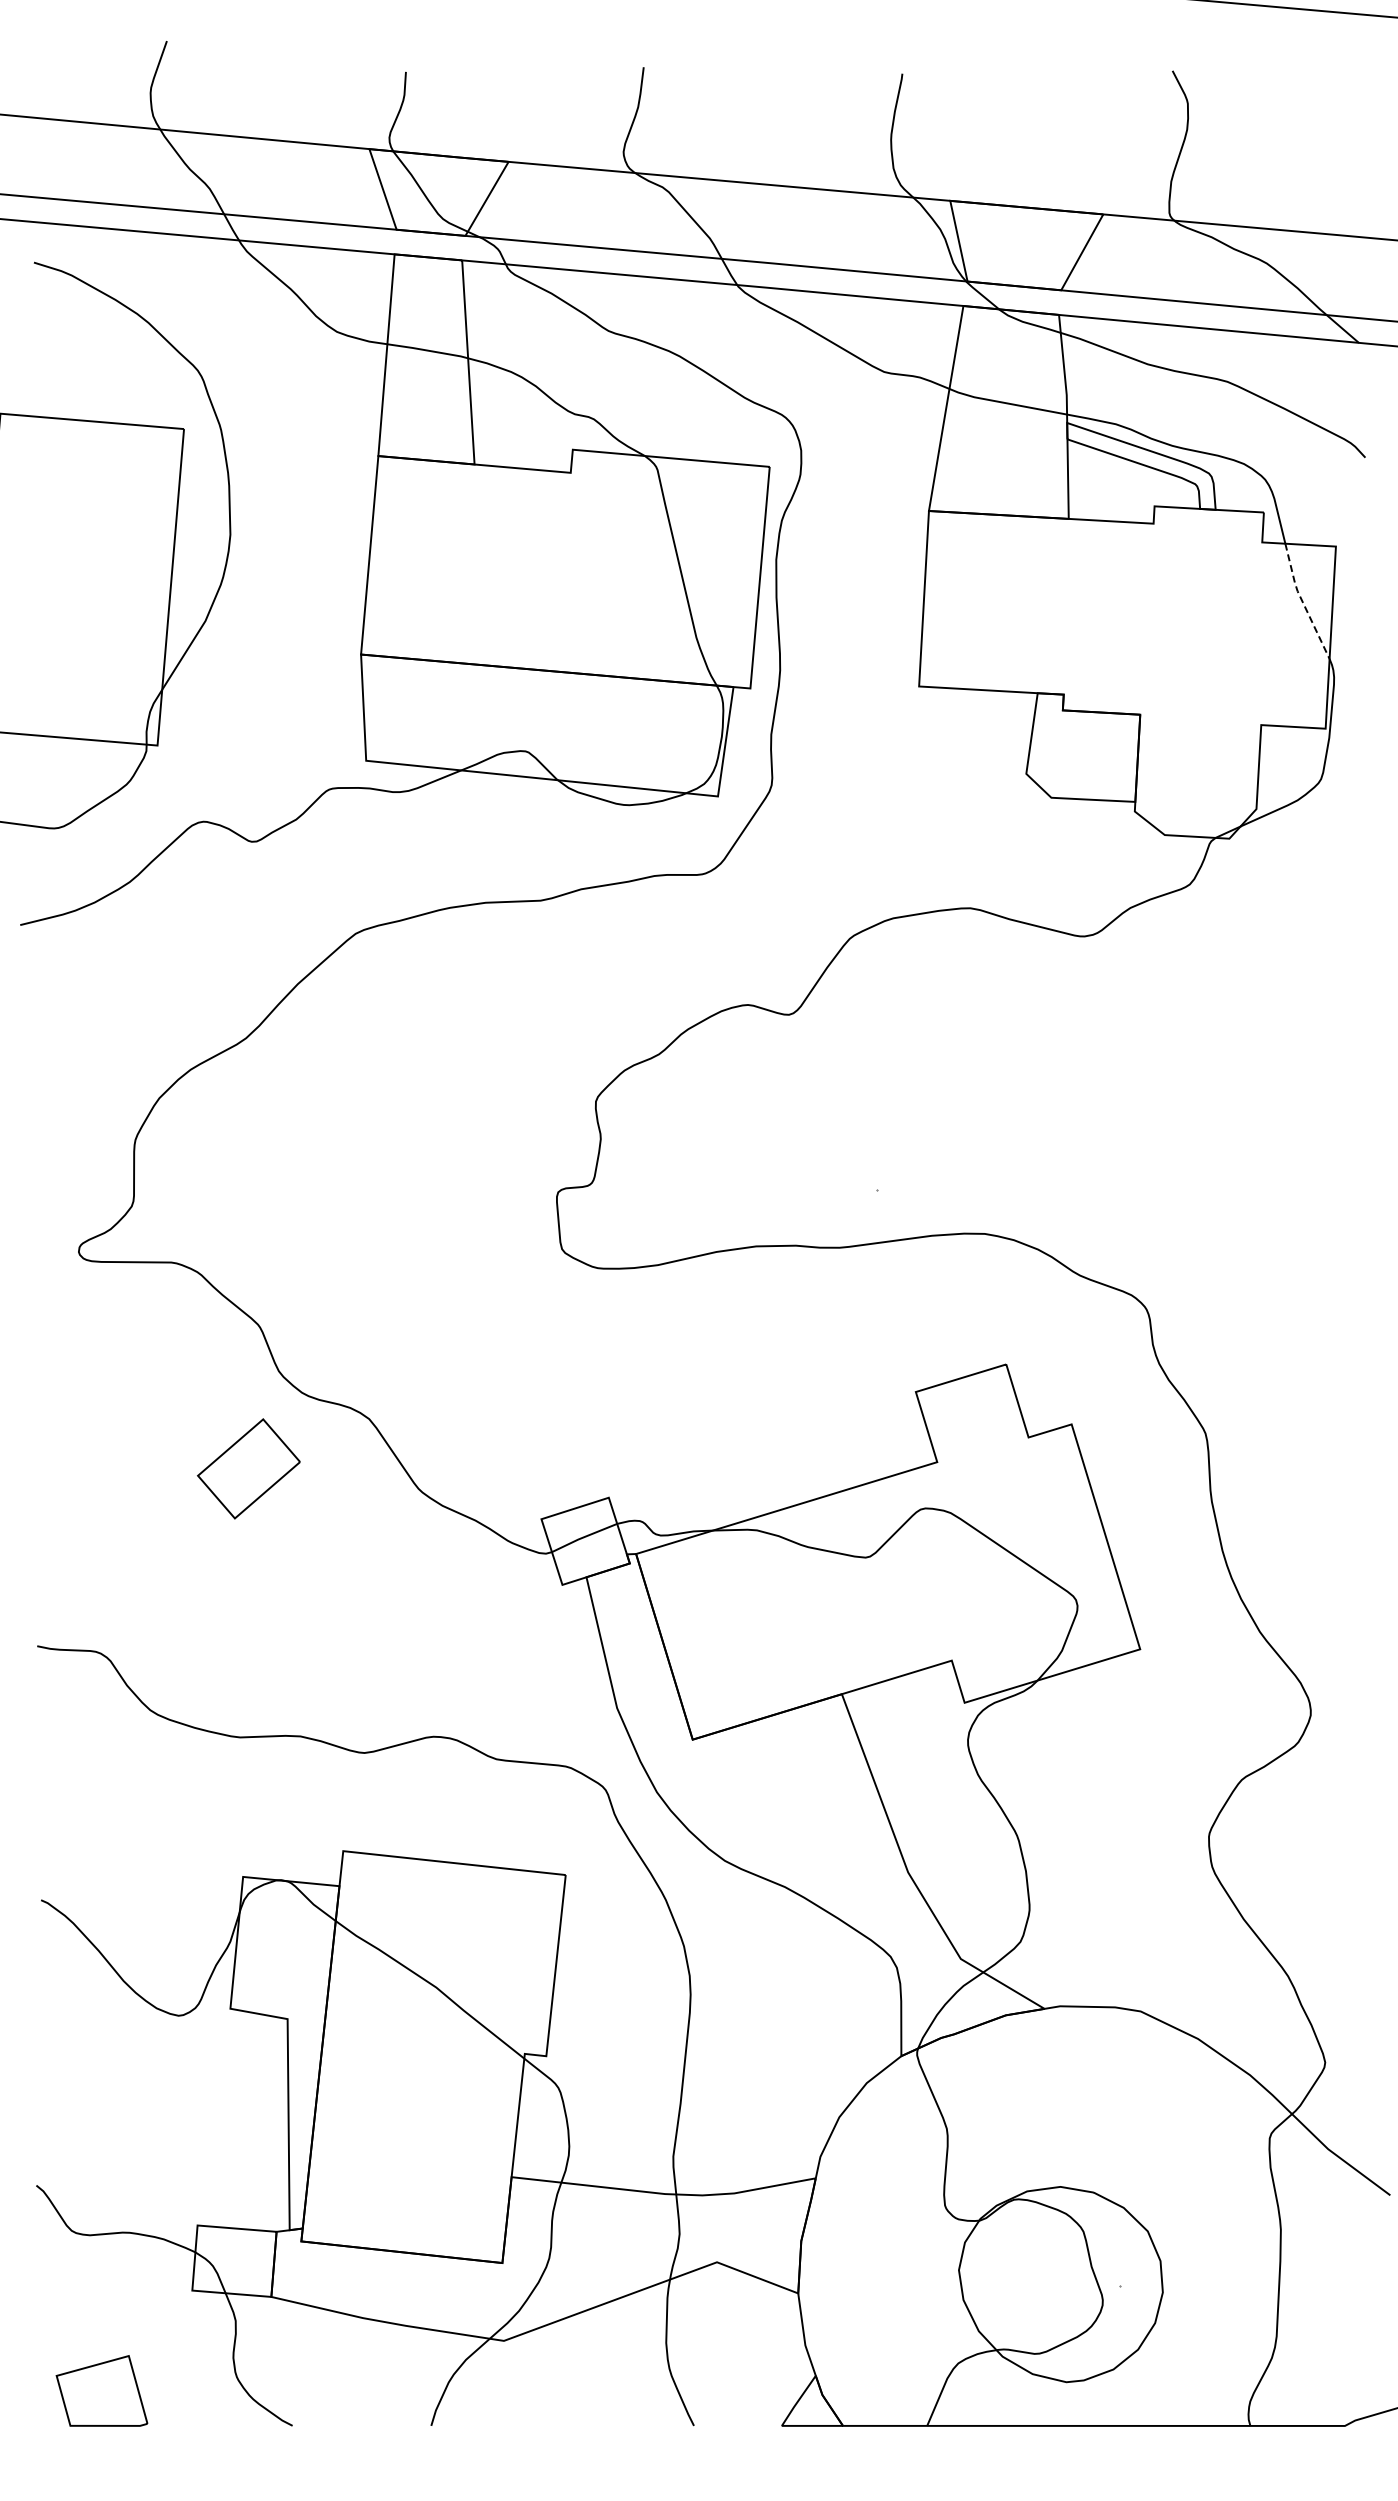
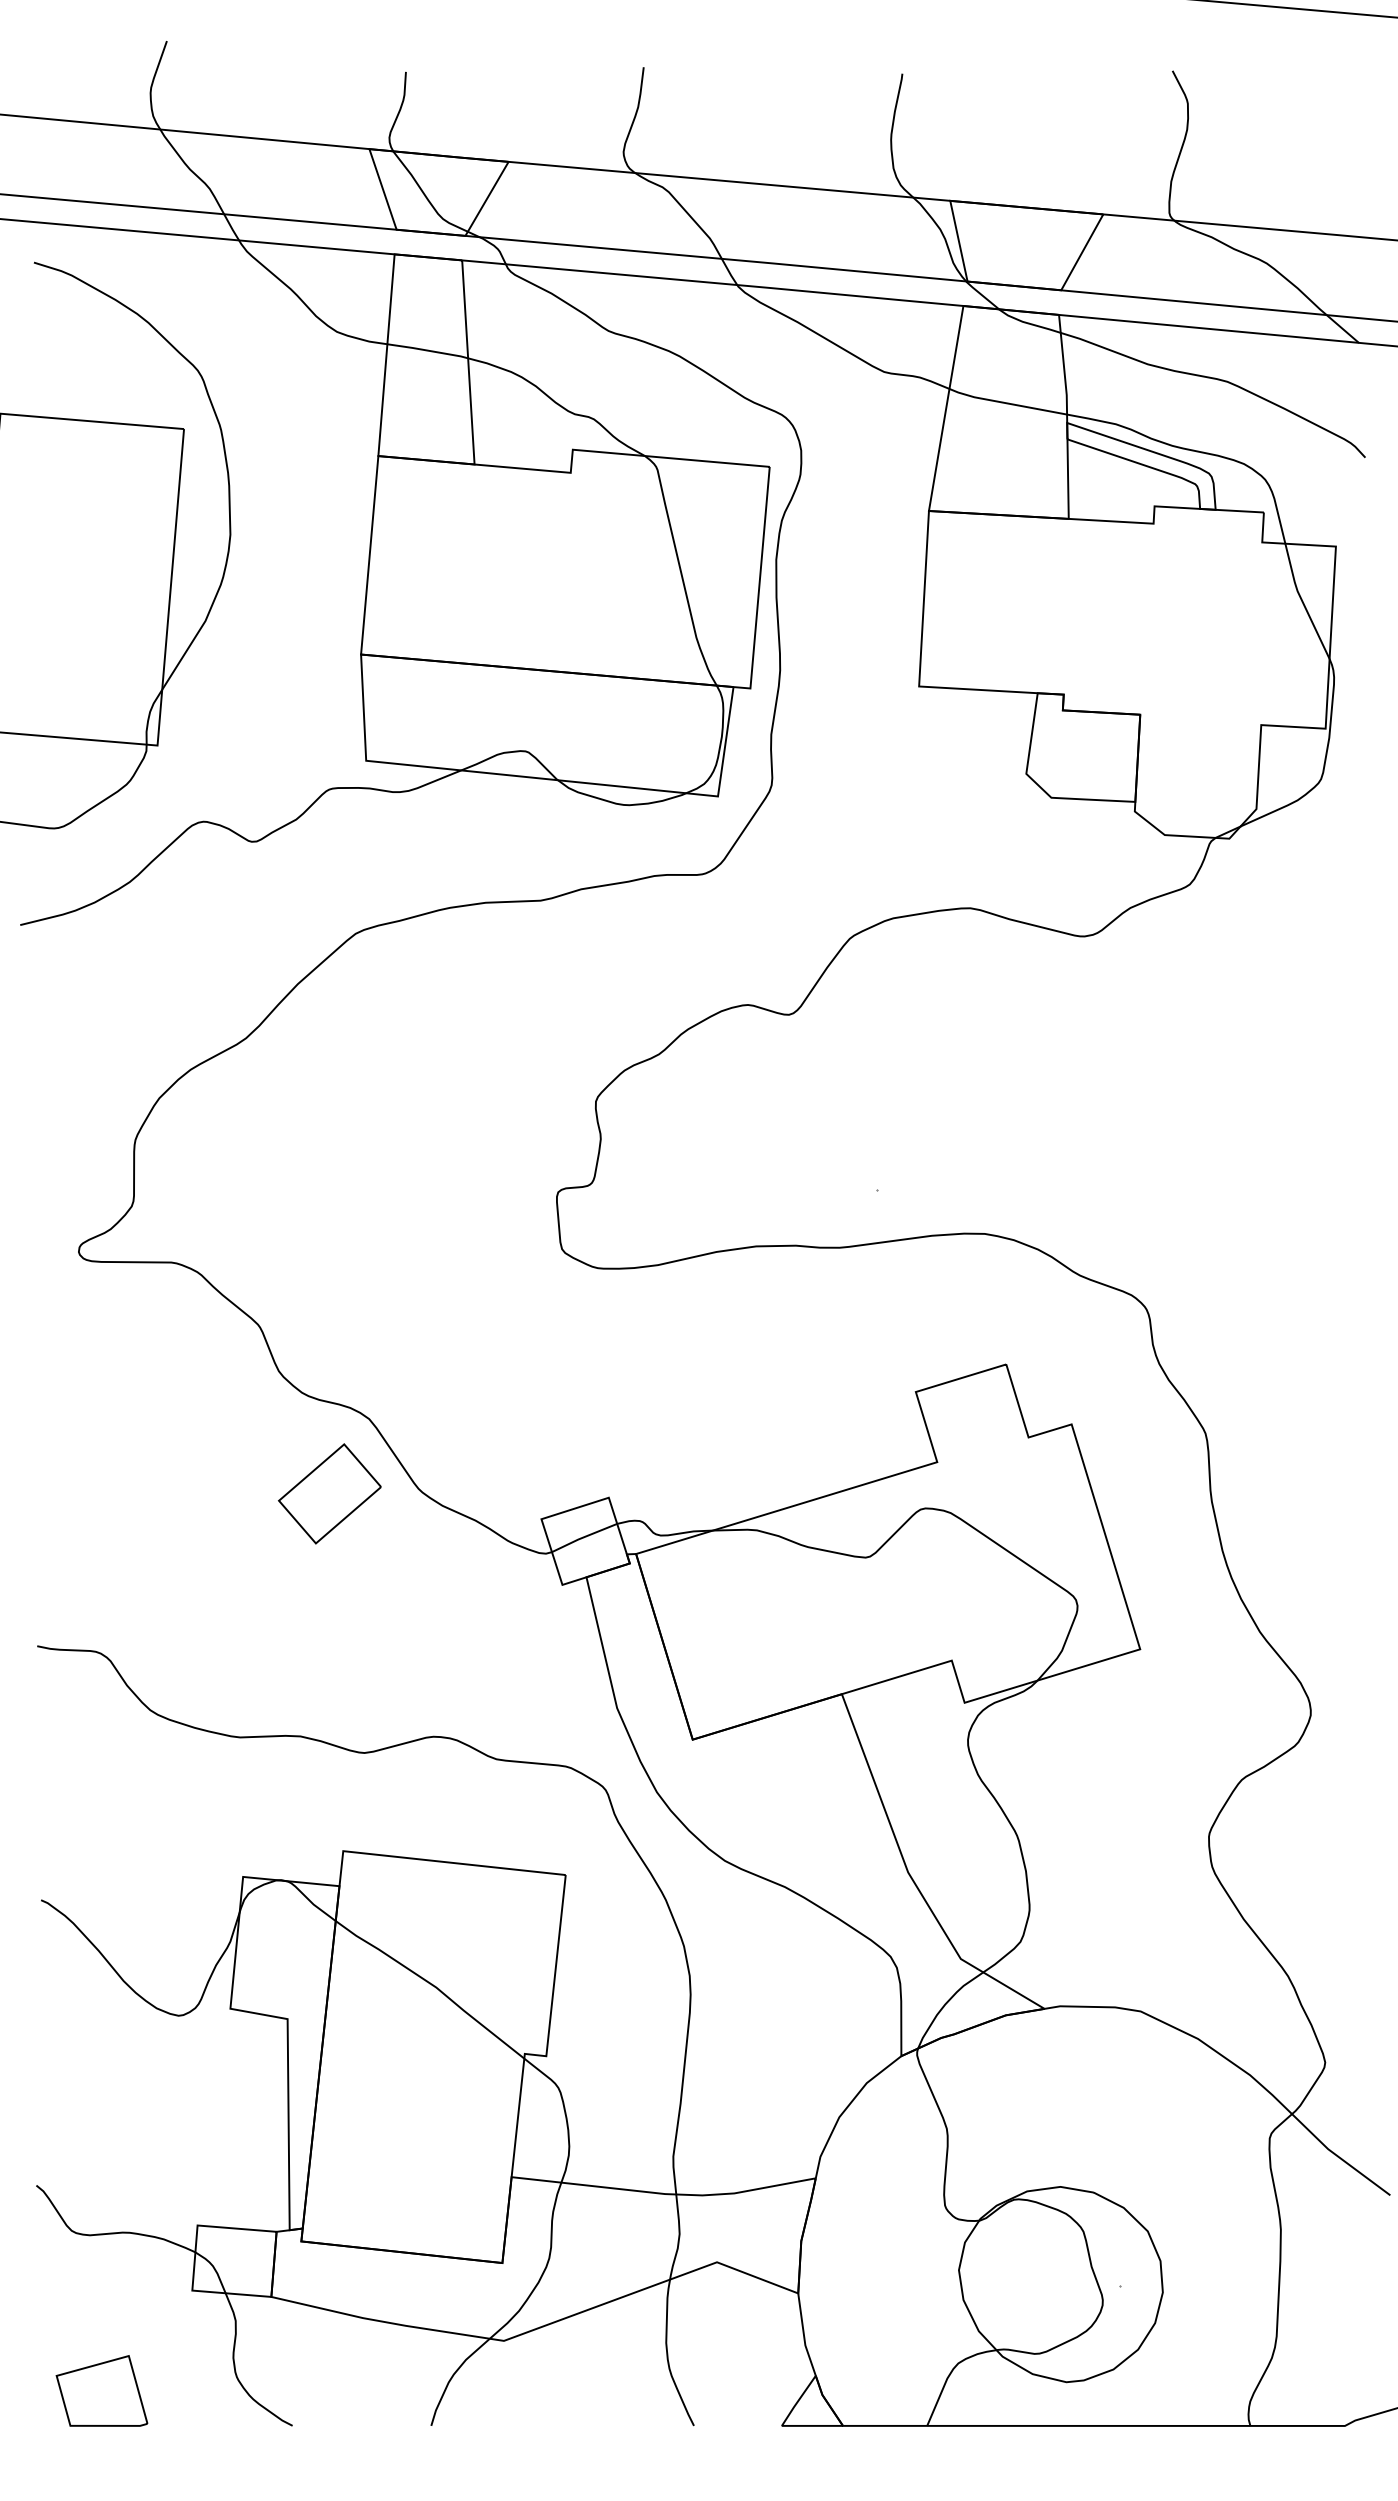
line at (1302, 602): dashed -> solid
part at (248, 1468) position: (248, 1468) -> (329, 1493)
